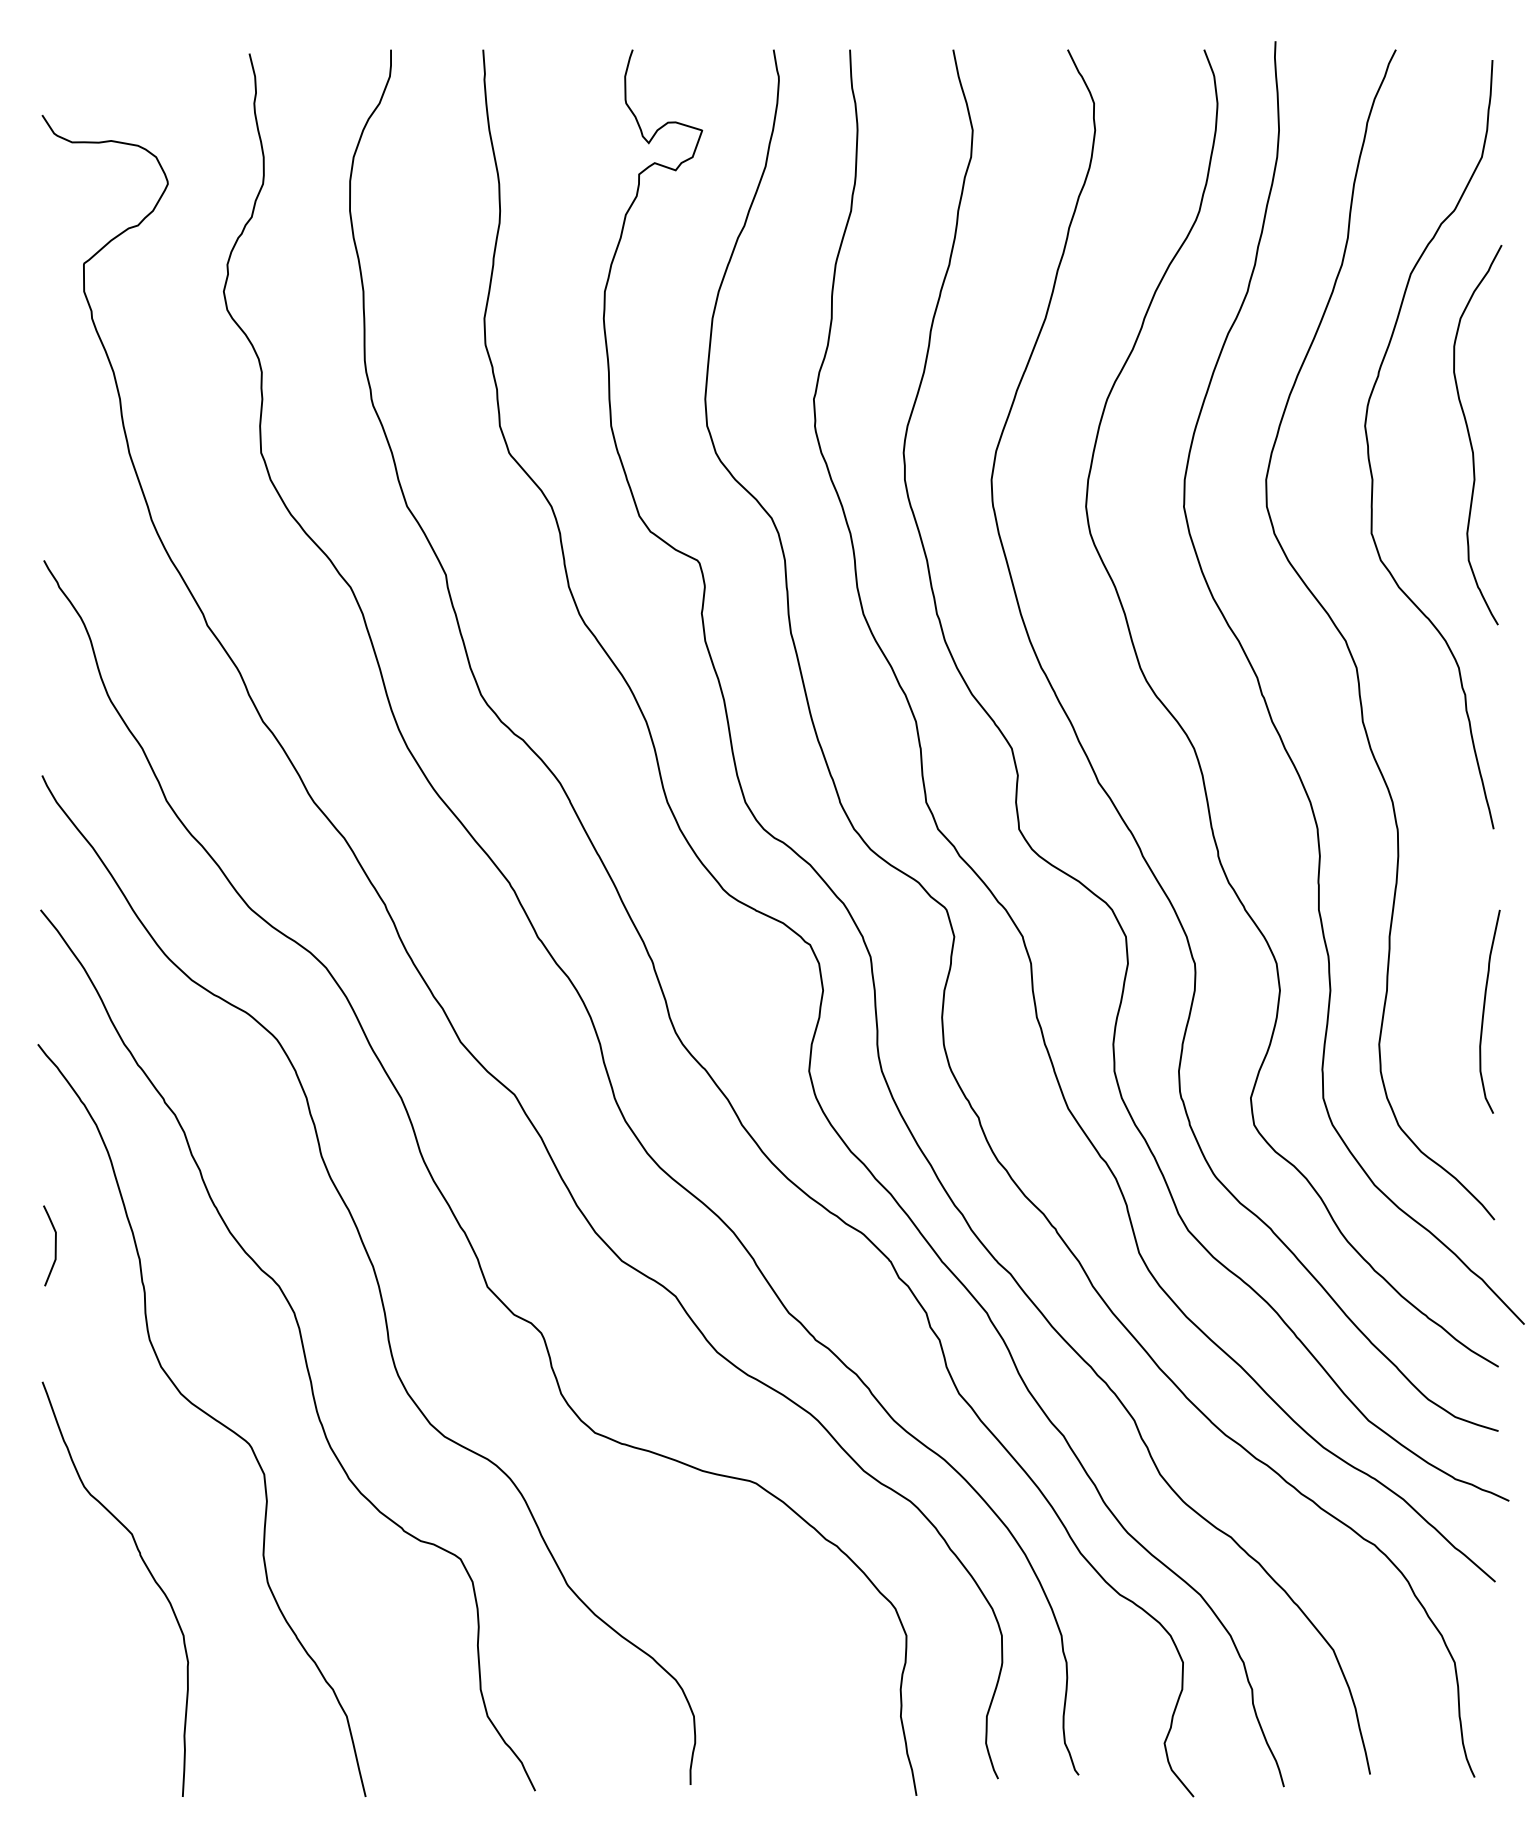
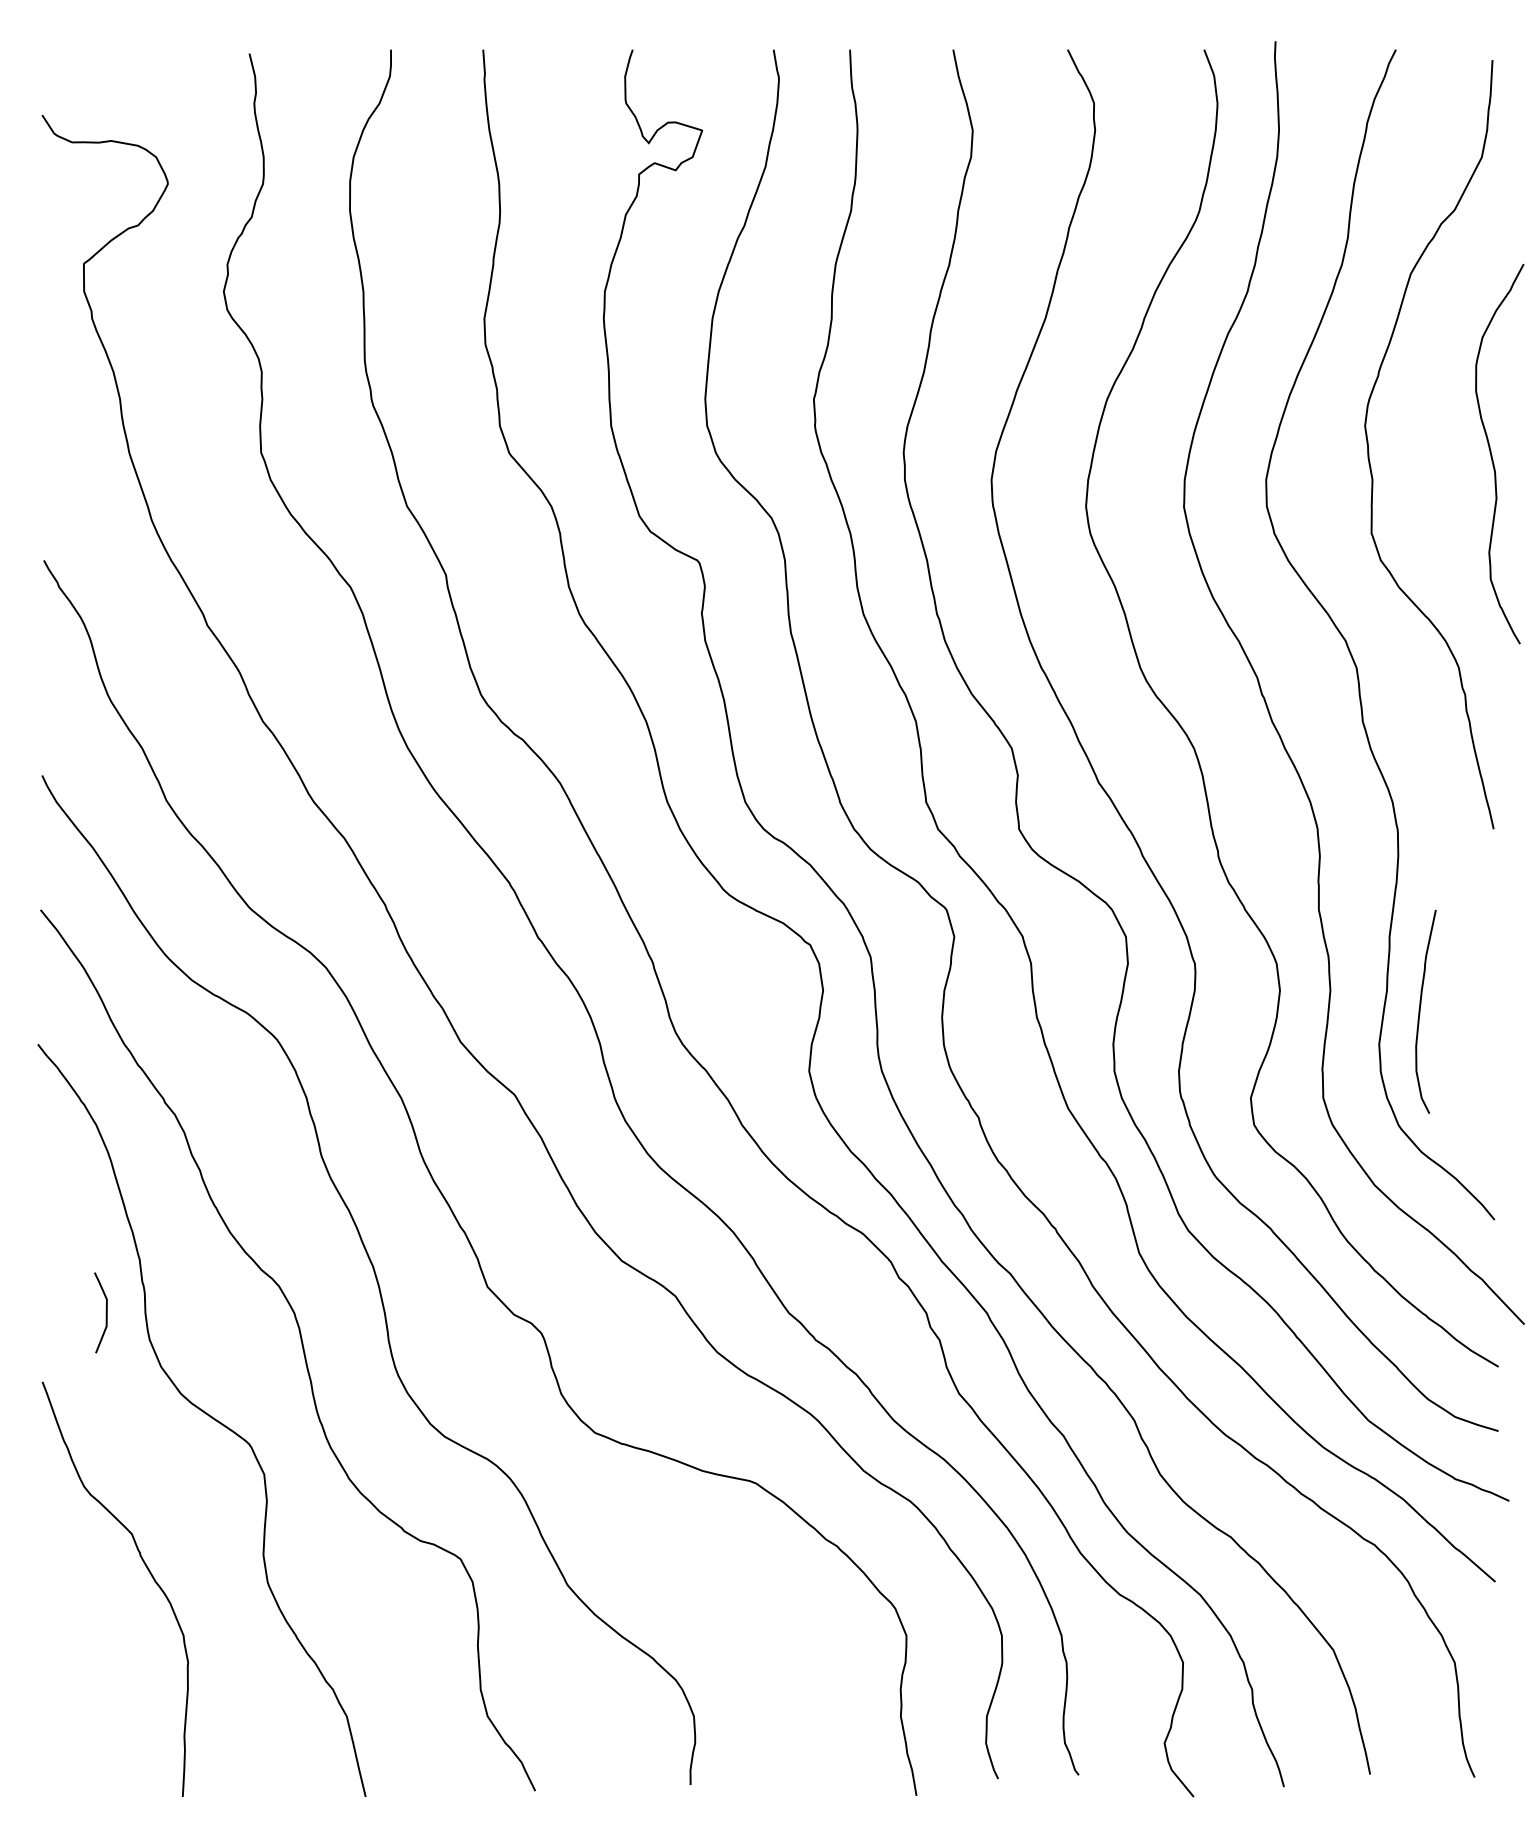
curve at (1470, 436) position: (1470, 436) -> (1492, 455)
curve at (1484, 1011) position: (1484, 1011) -> (1420, 1011)
line at (54, 1245) position: (54, 1245) -> (105, 1312)
